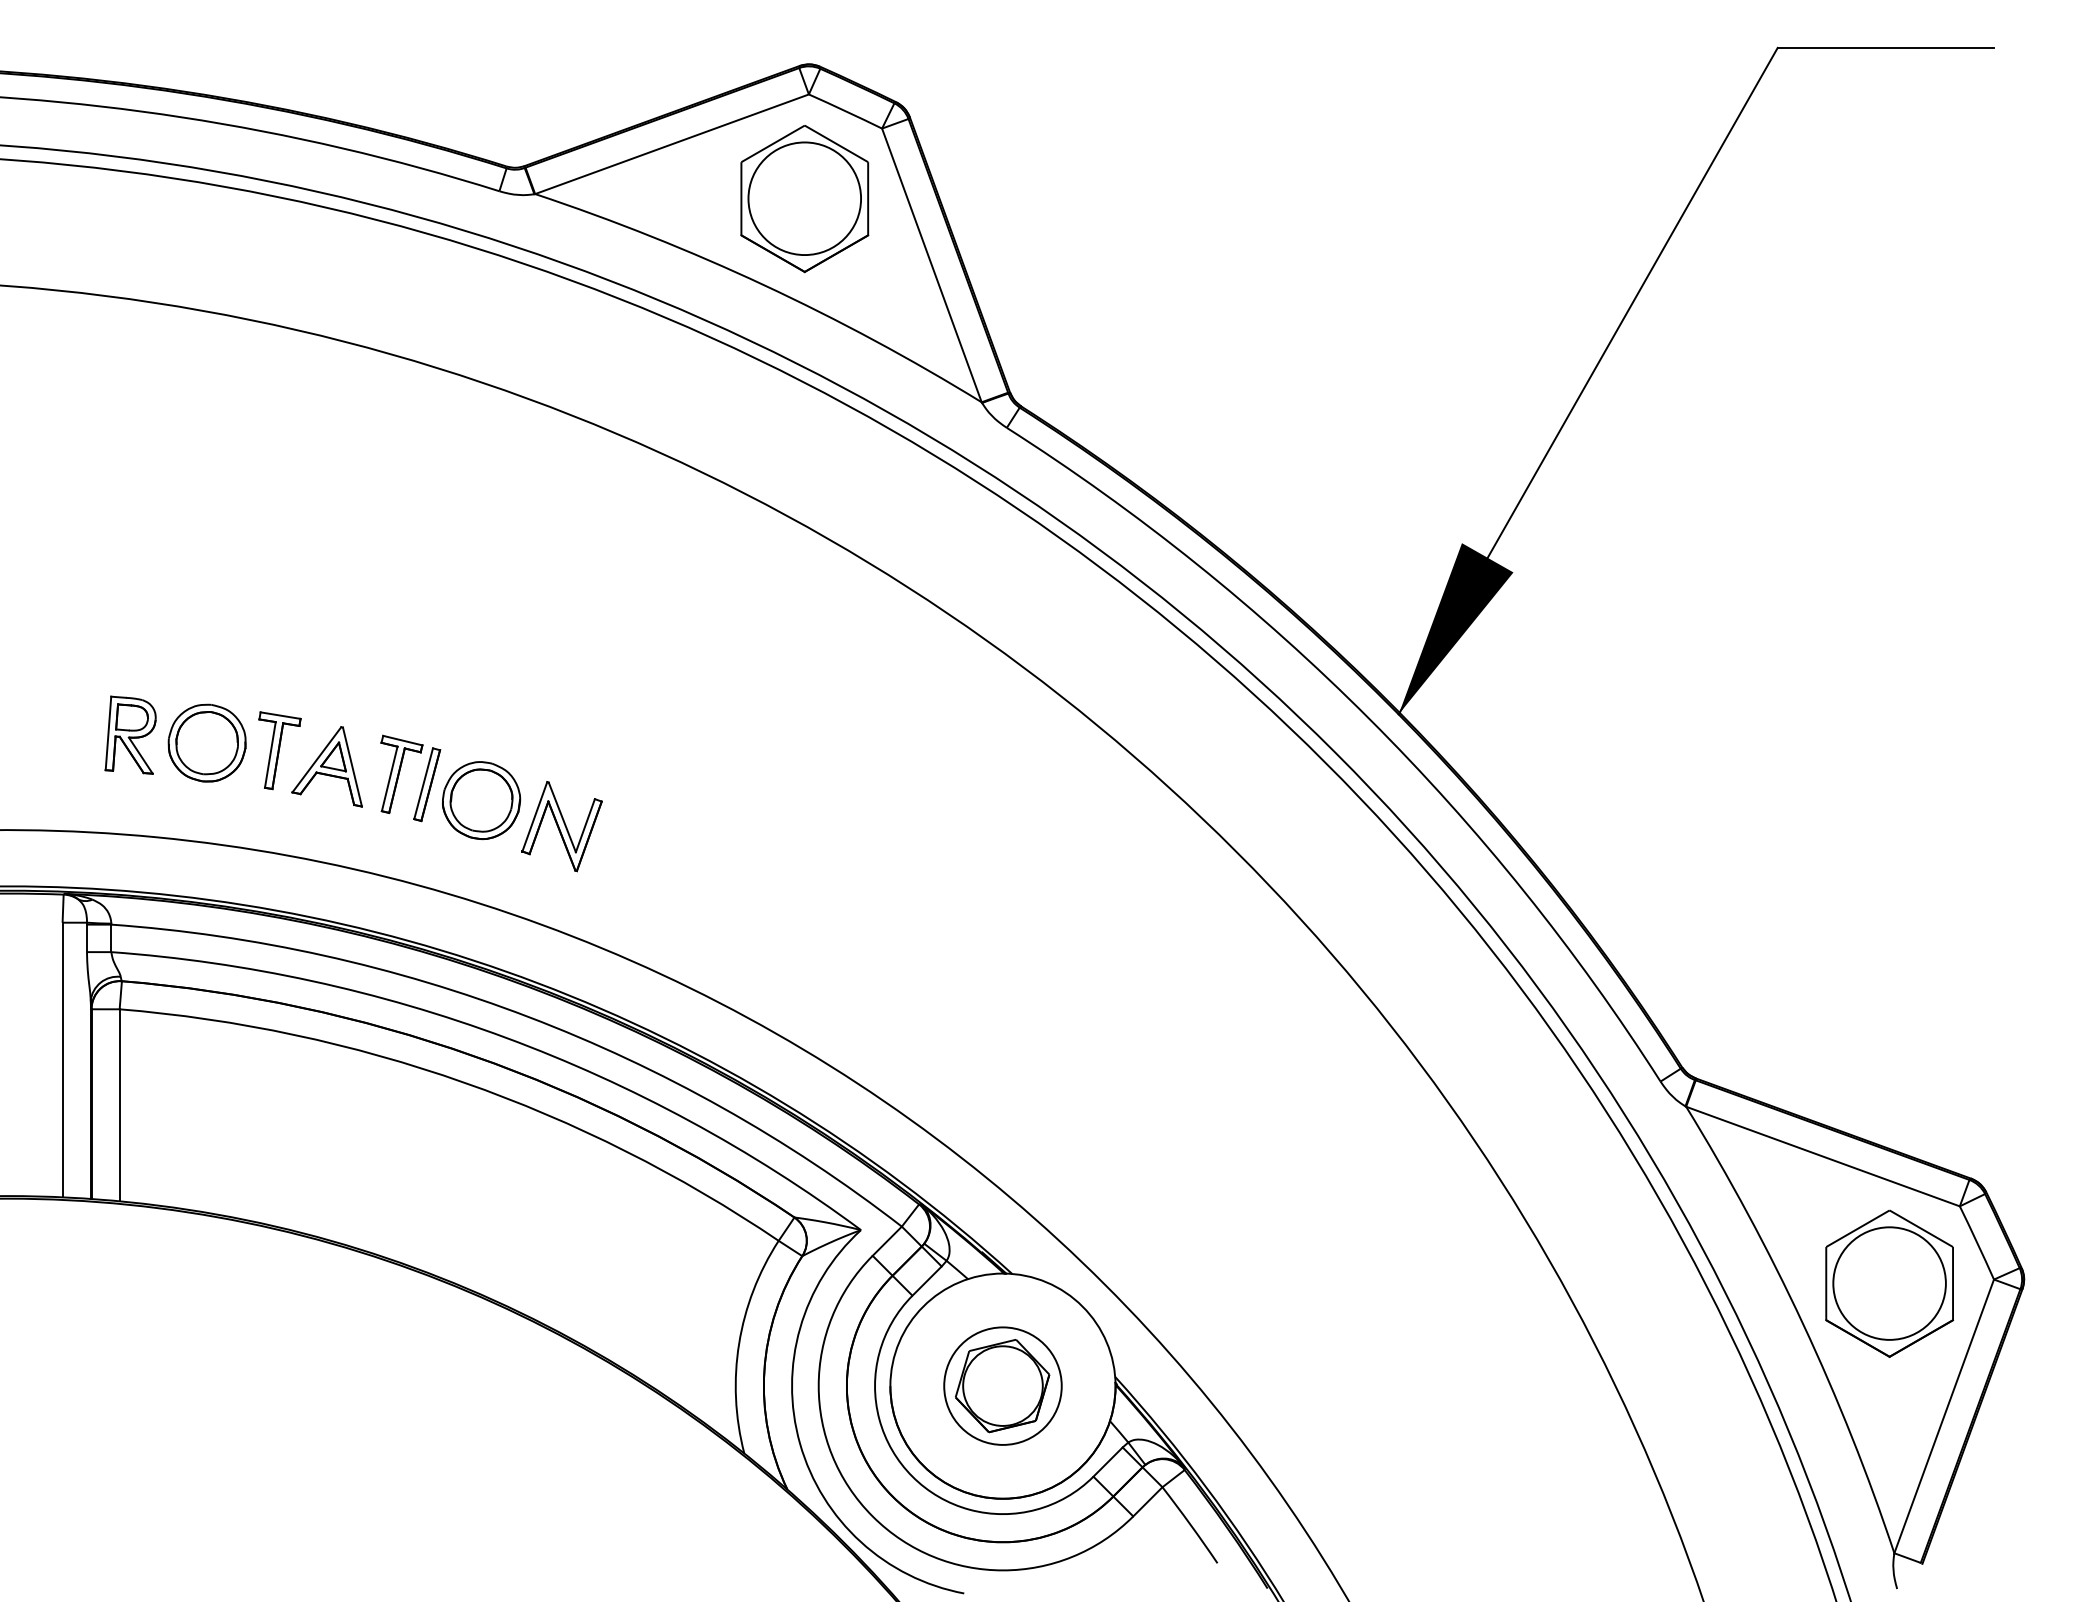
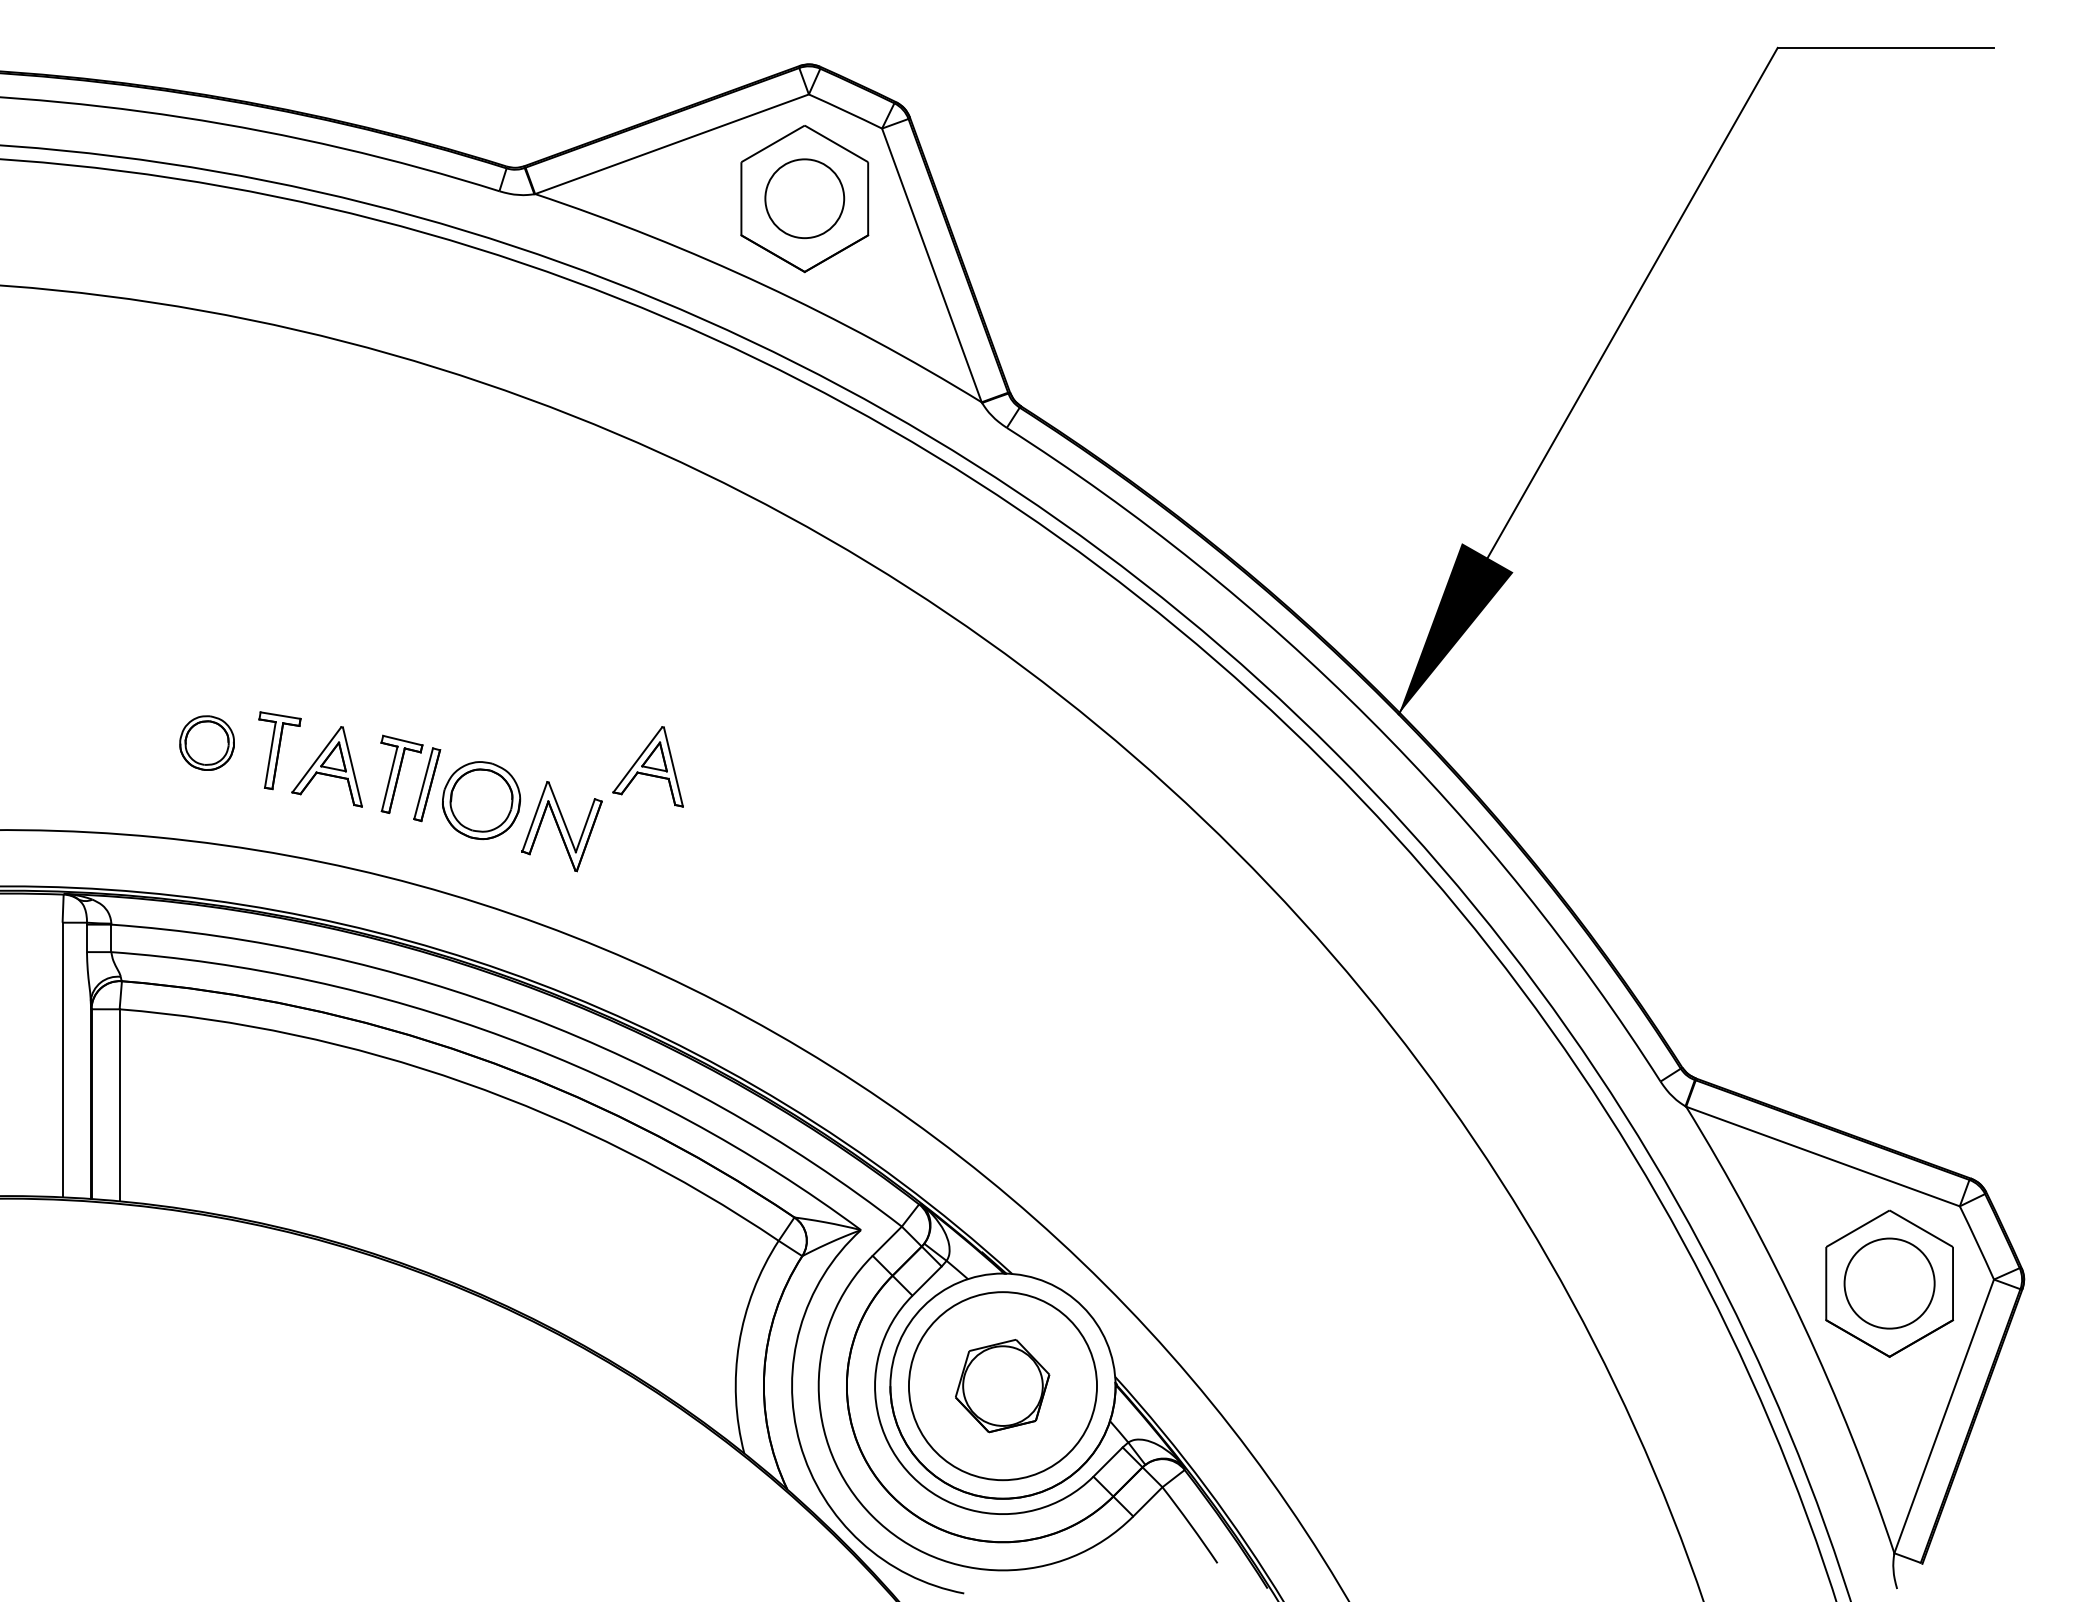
circle at (804, 198) diameter: 113 px -> 79 px
part at (130, 734): present -> none
part at (206, 742) size: 80x80 px -> 56x56 px
part at (647, 766): none -> present
circle at (1889, 1283) diameter: 113 px -> 90 px
circle at (1002, 1385) diameter: 118 px -> 188 px
